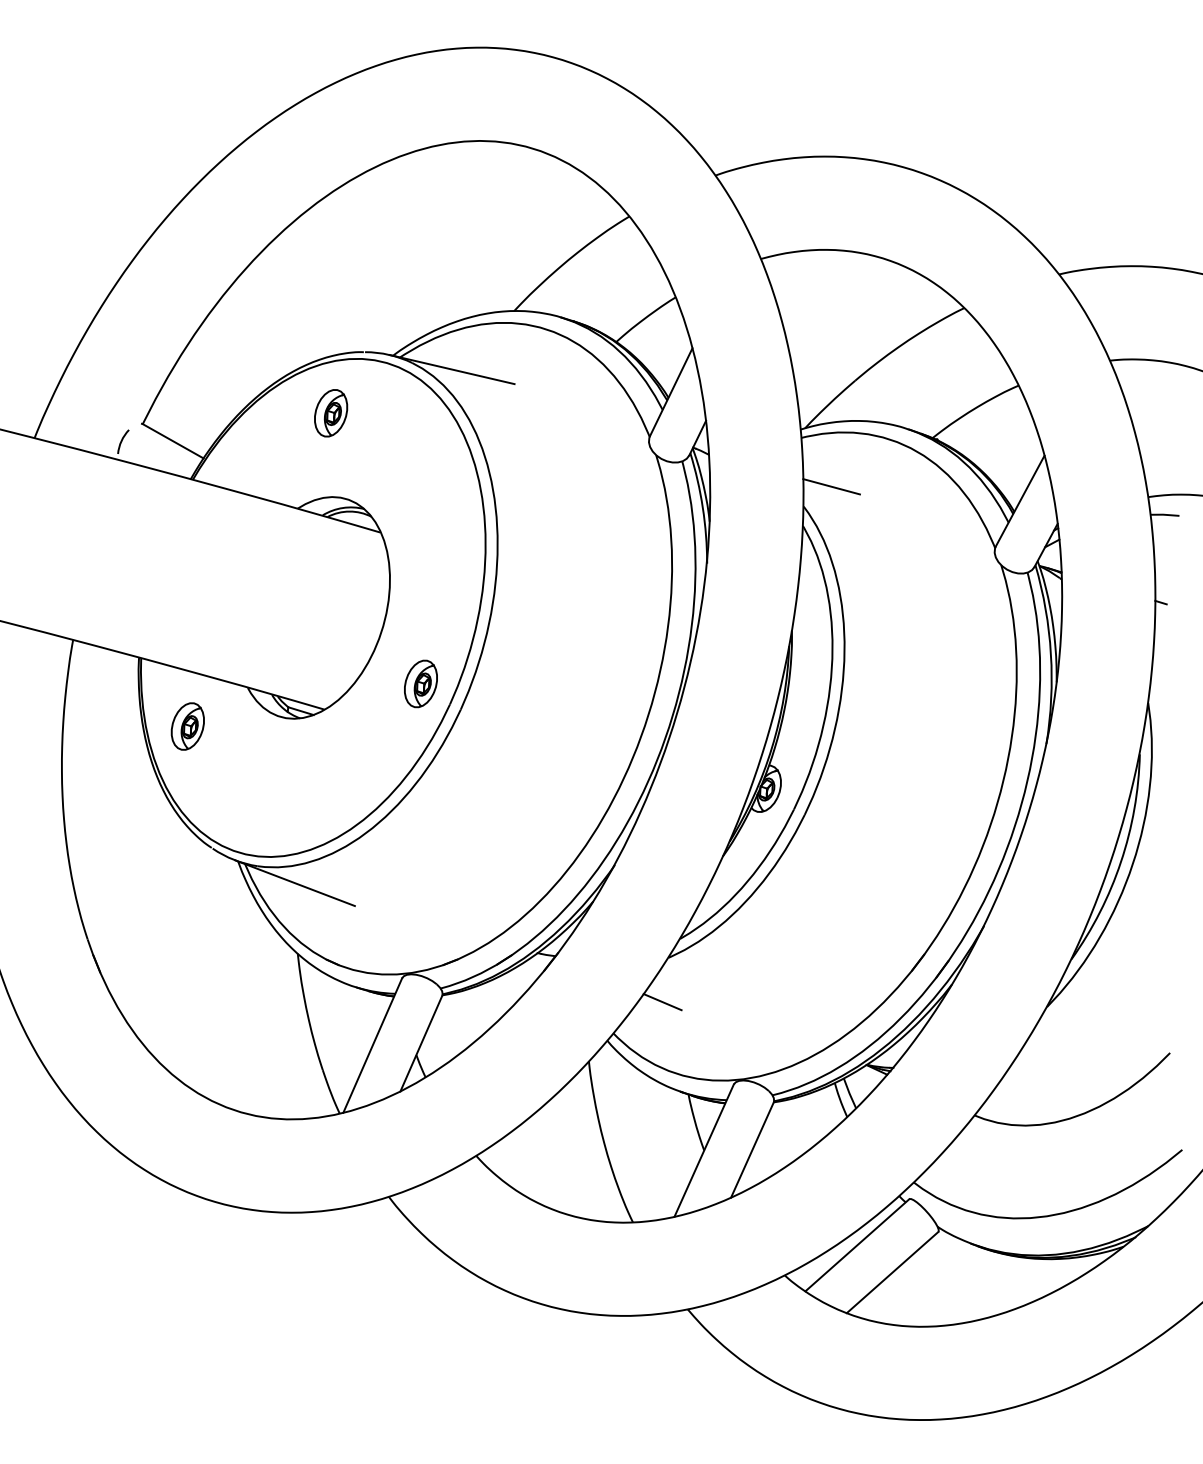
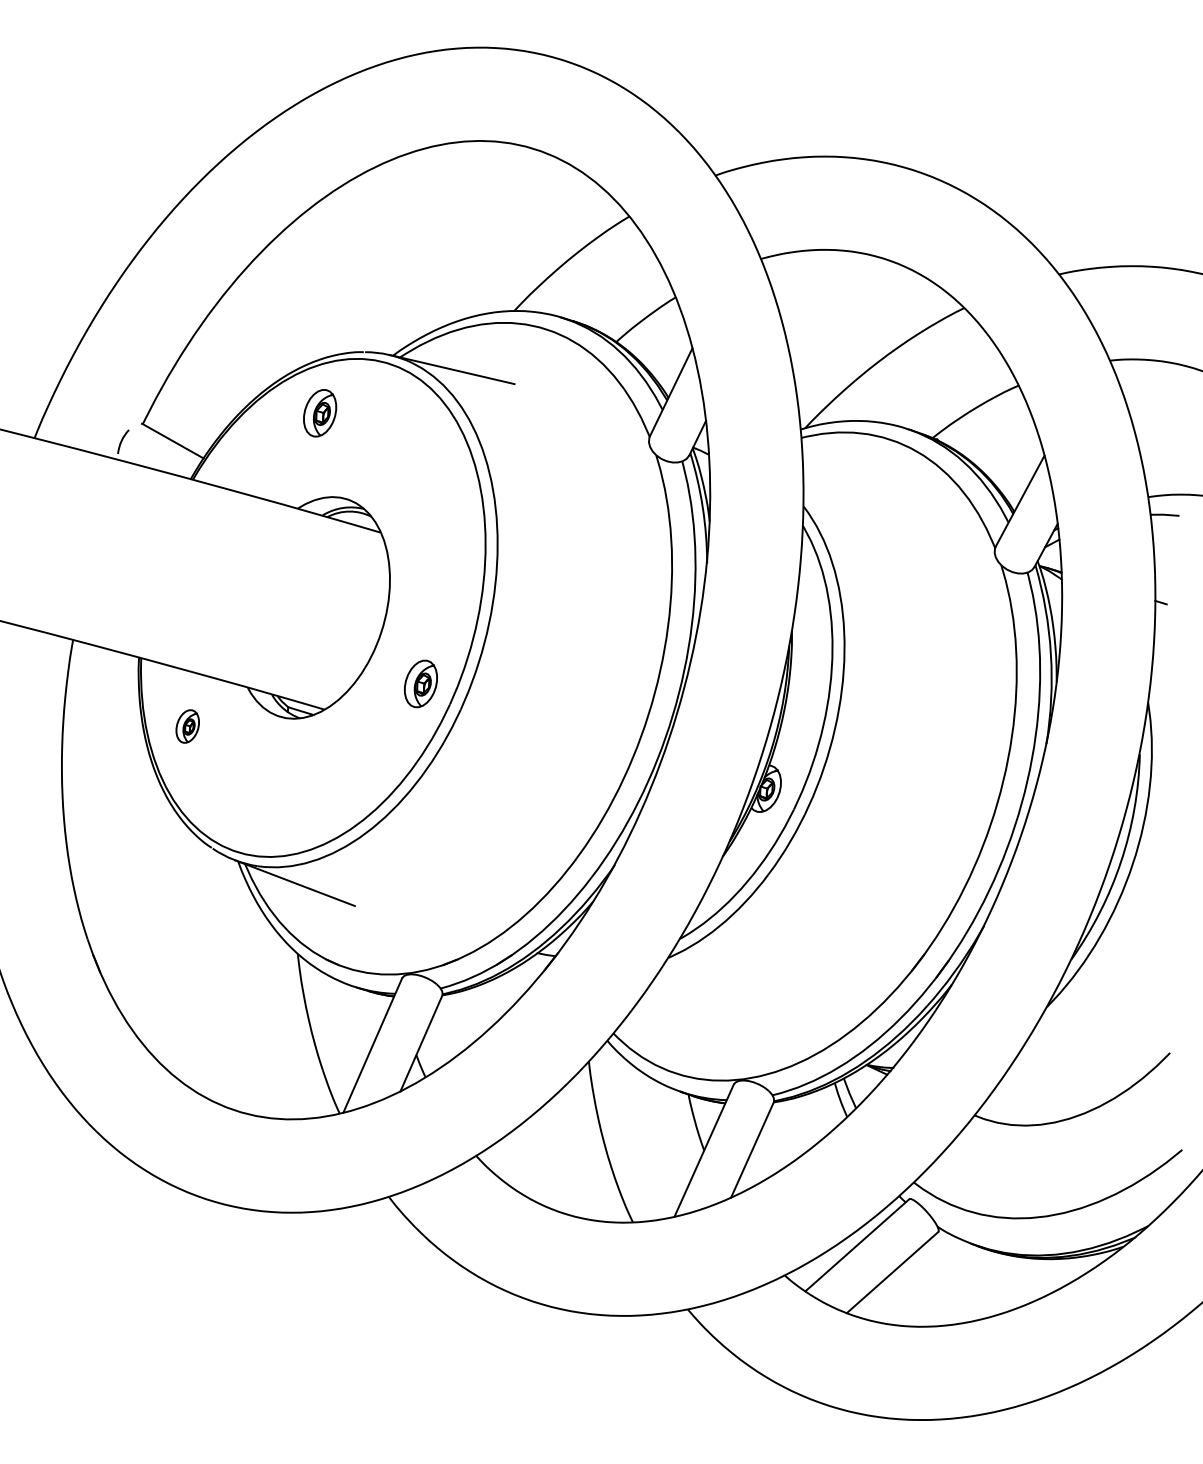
part at (331, 413) position: (331, 413) -> (320, 413)
line at (831, 486): present -> none
part at (187, 726) size: 35x49 px -> 25x35 px
line at (662, 1002): present -> none
